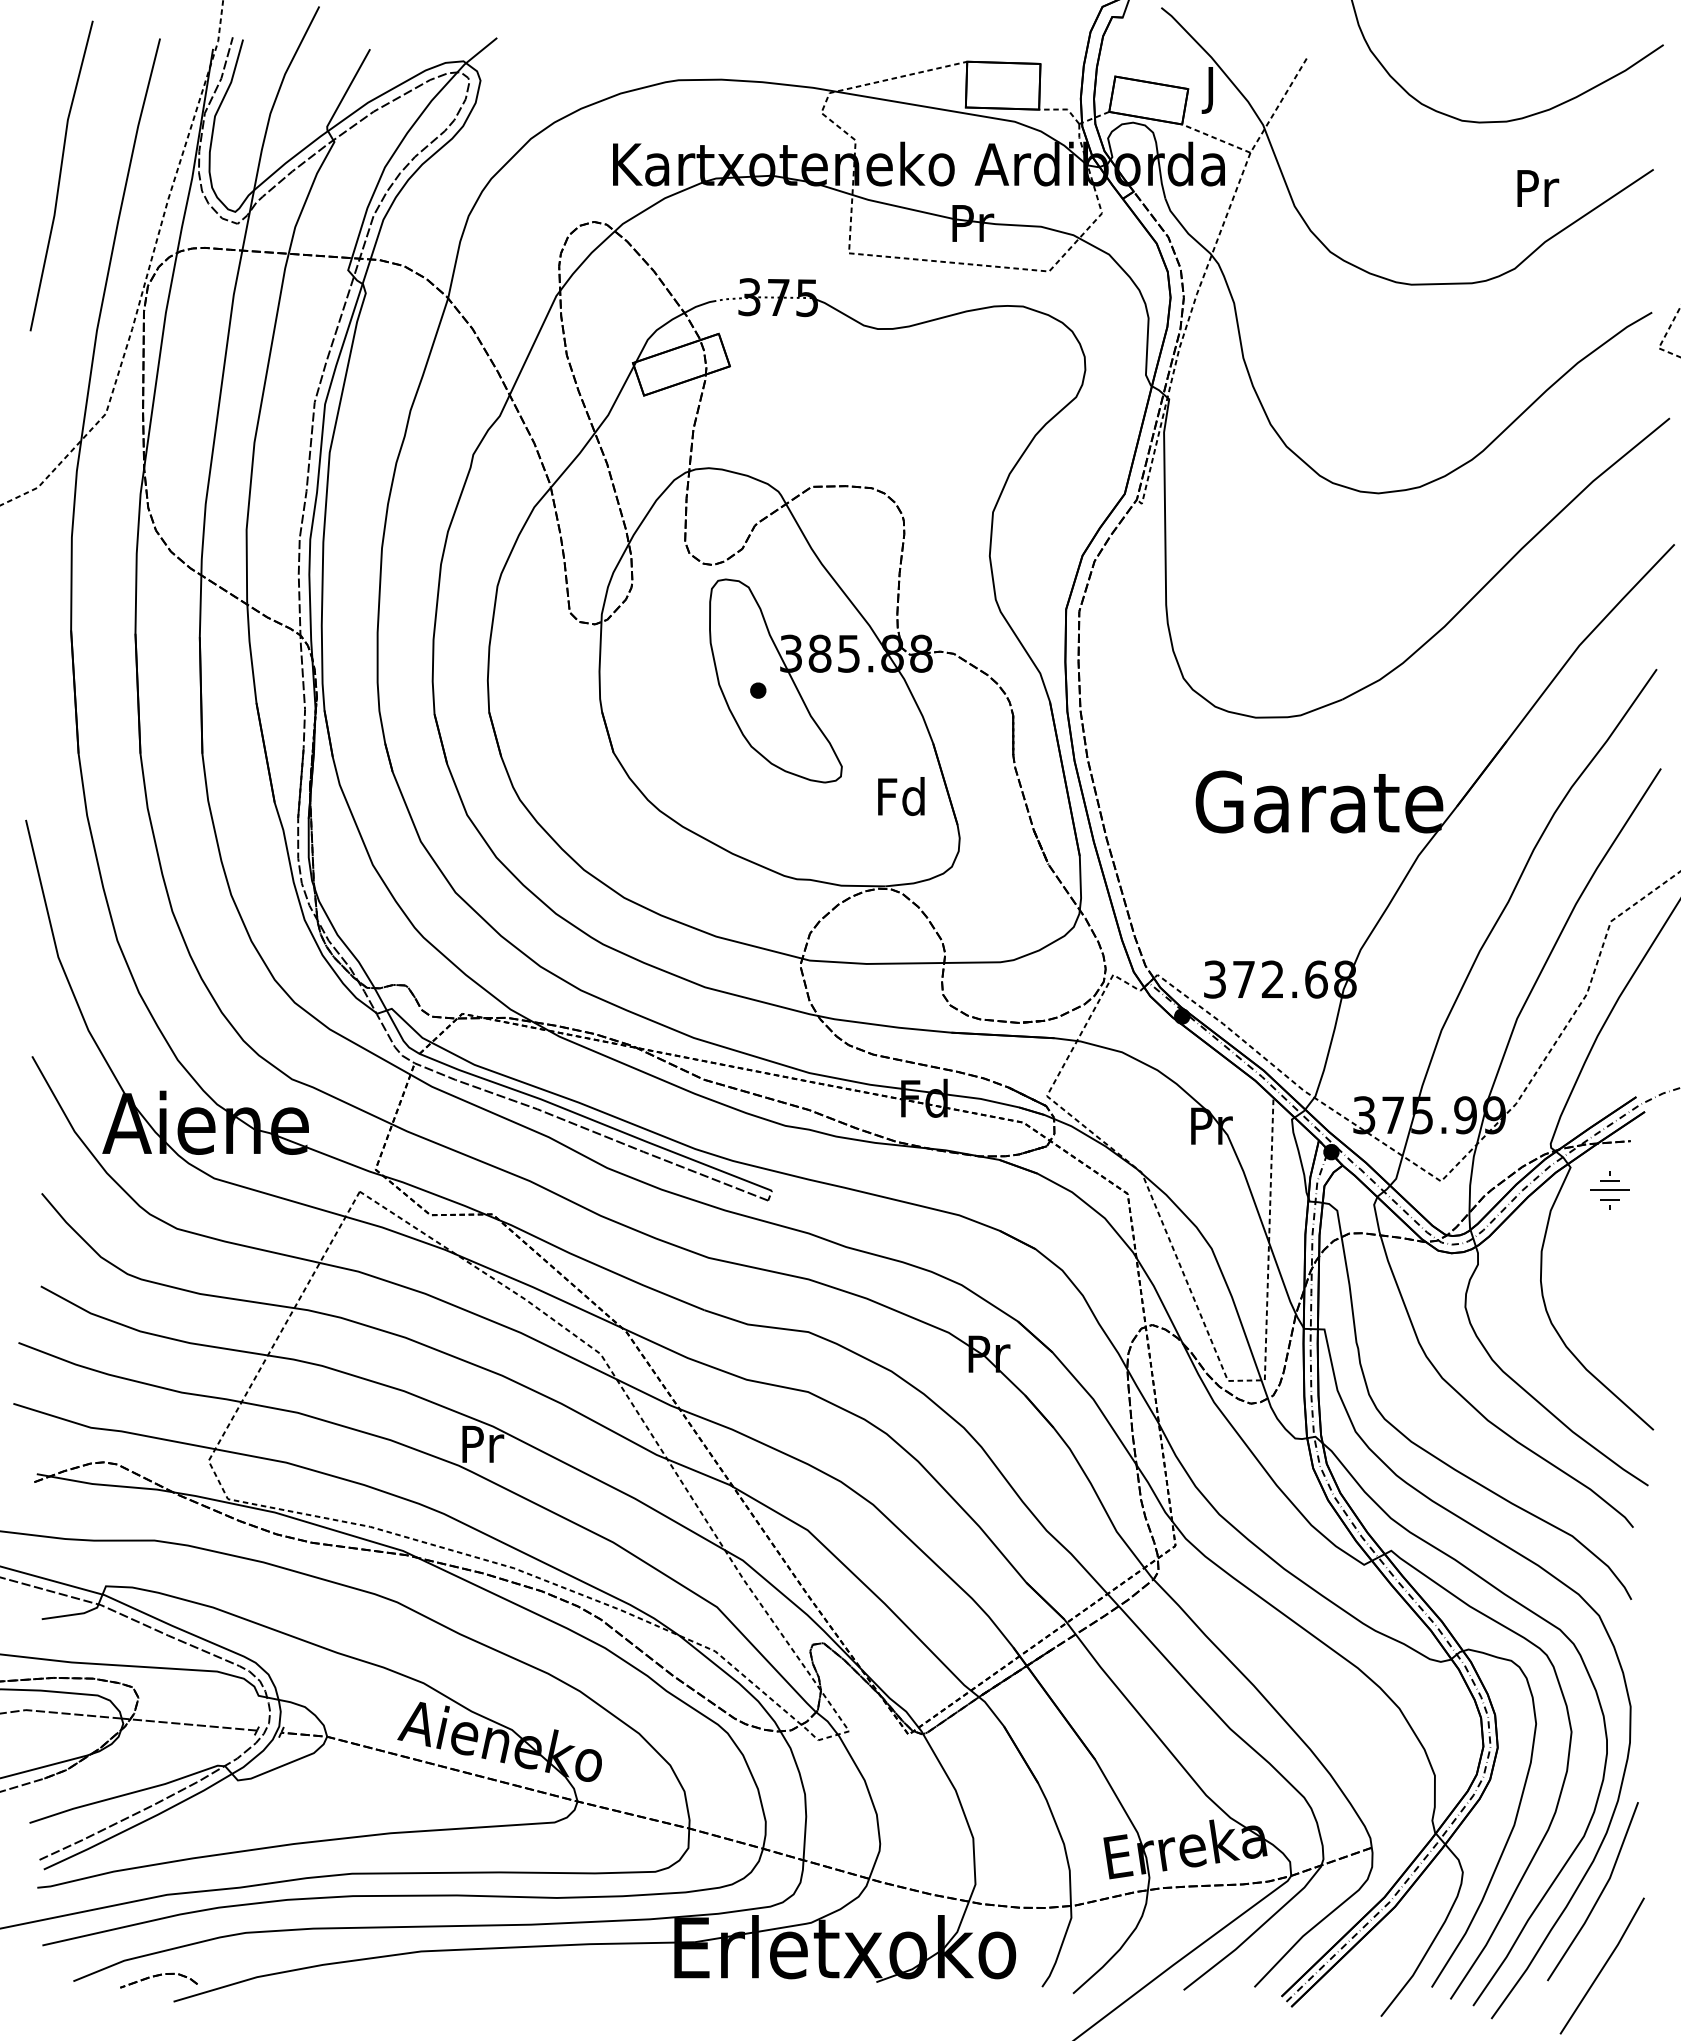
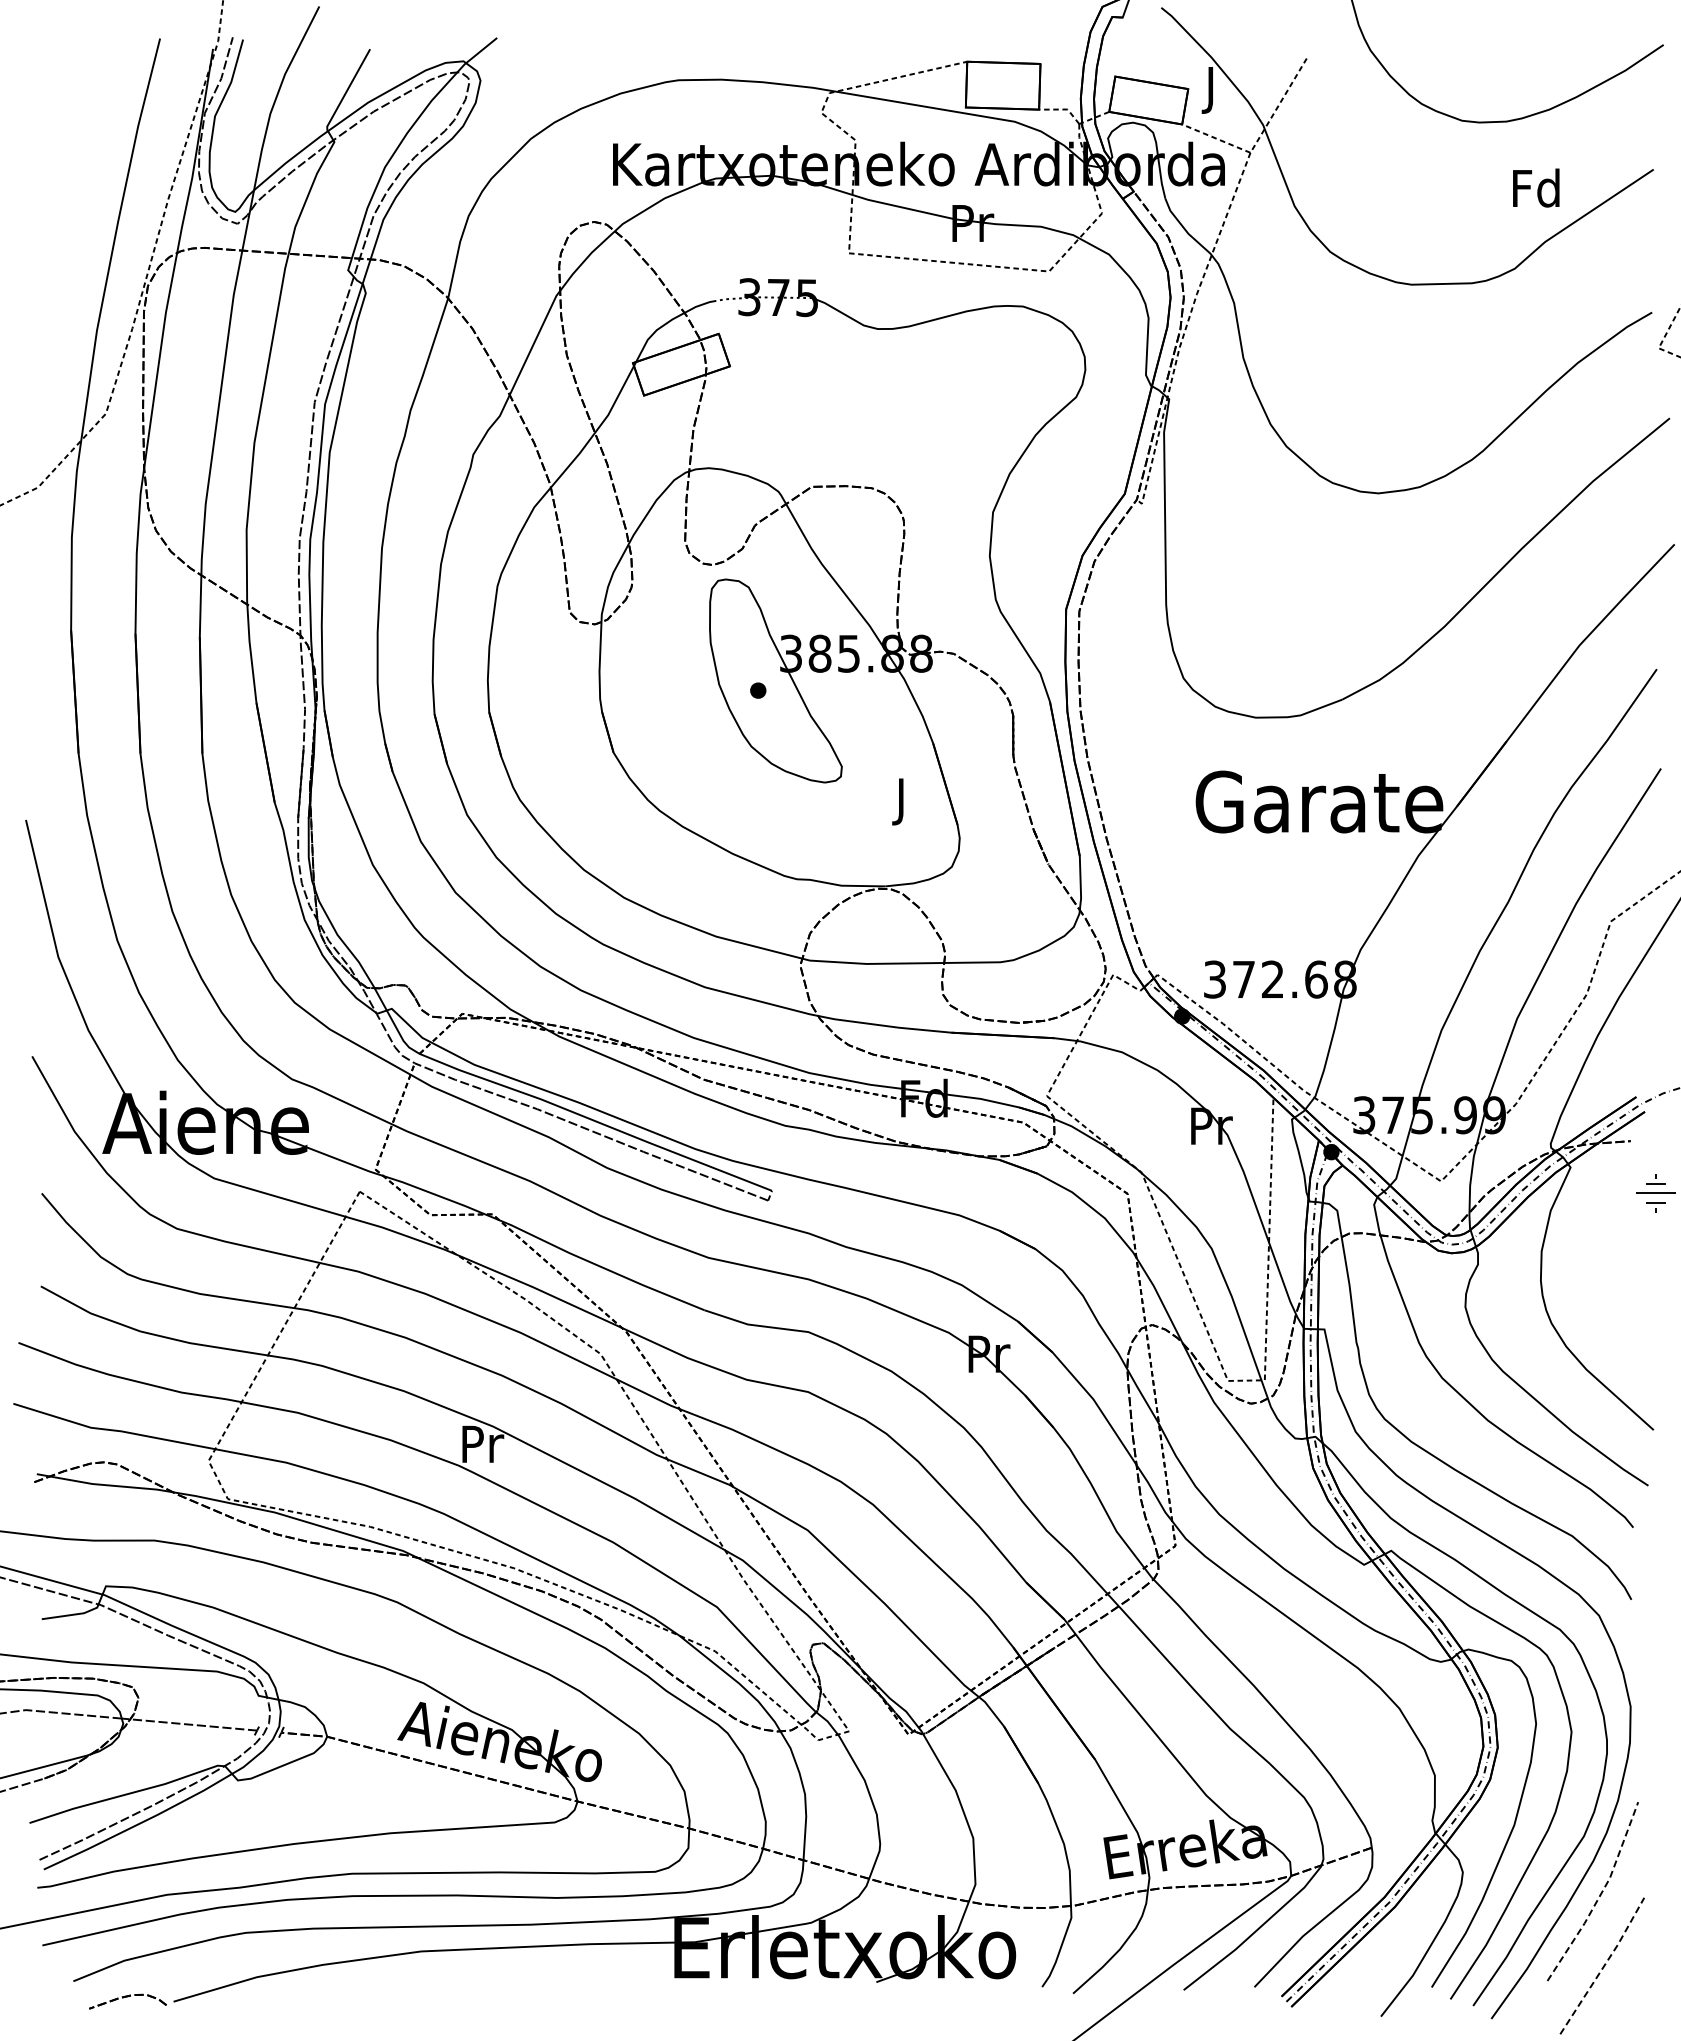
line at (61, 174): present -> none
text at (1536, 187): Pr -> Fd
text at (901, 801): Fd -> J
part at (1609, 1190) position: (1609, 1190) -> (1655, 1193)
line at (1600, 1894): solid -> dashed
line at (1603, 1966): solid -> dashed
part at (158, 1980) position: (158, 1980) -> (127, 2001)
